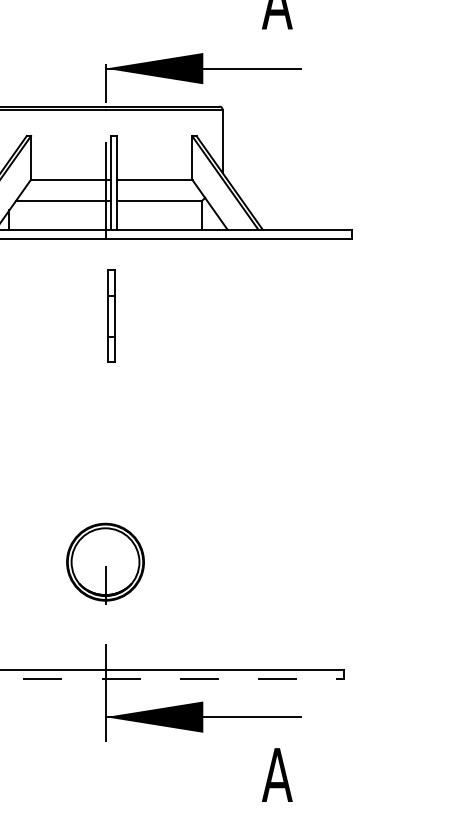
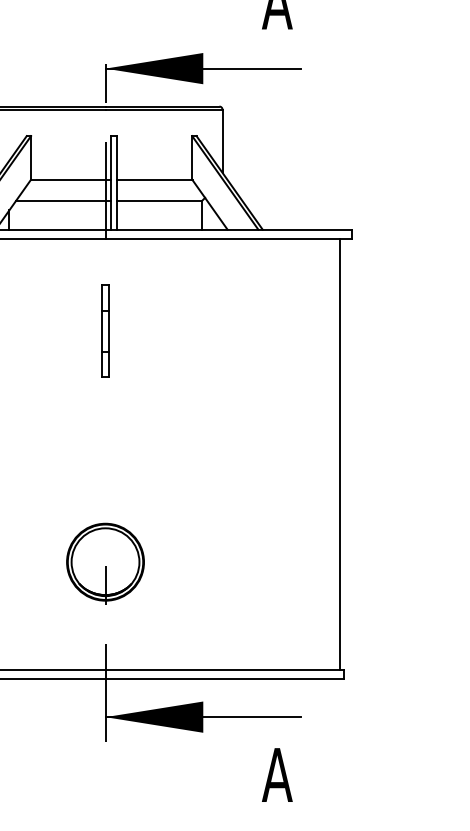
part at (111, 315) position: (111, 315) -> (105, 330)
line at (340, 453): none -> present
line at (172, 679): dashed -> solid
